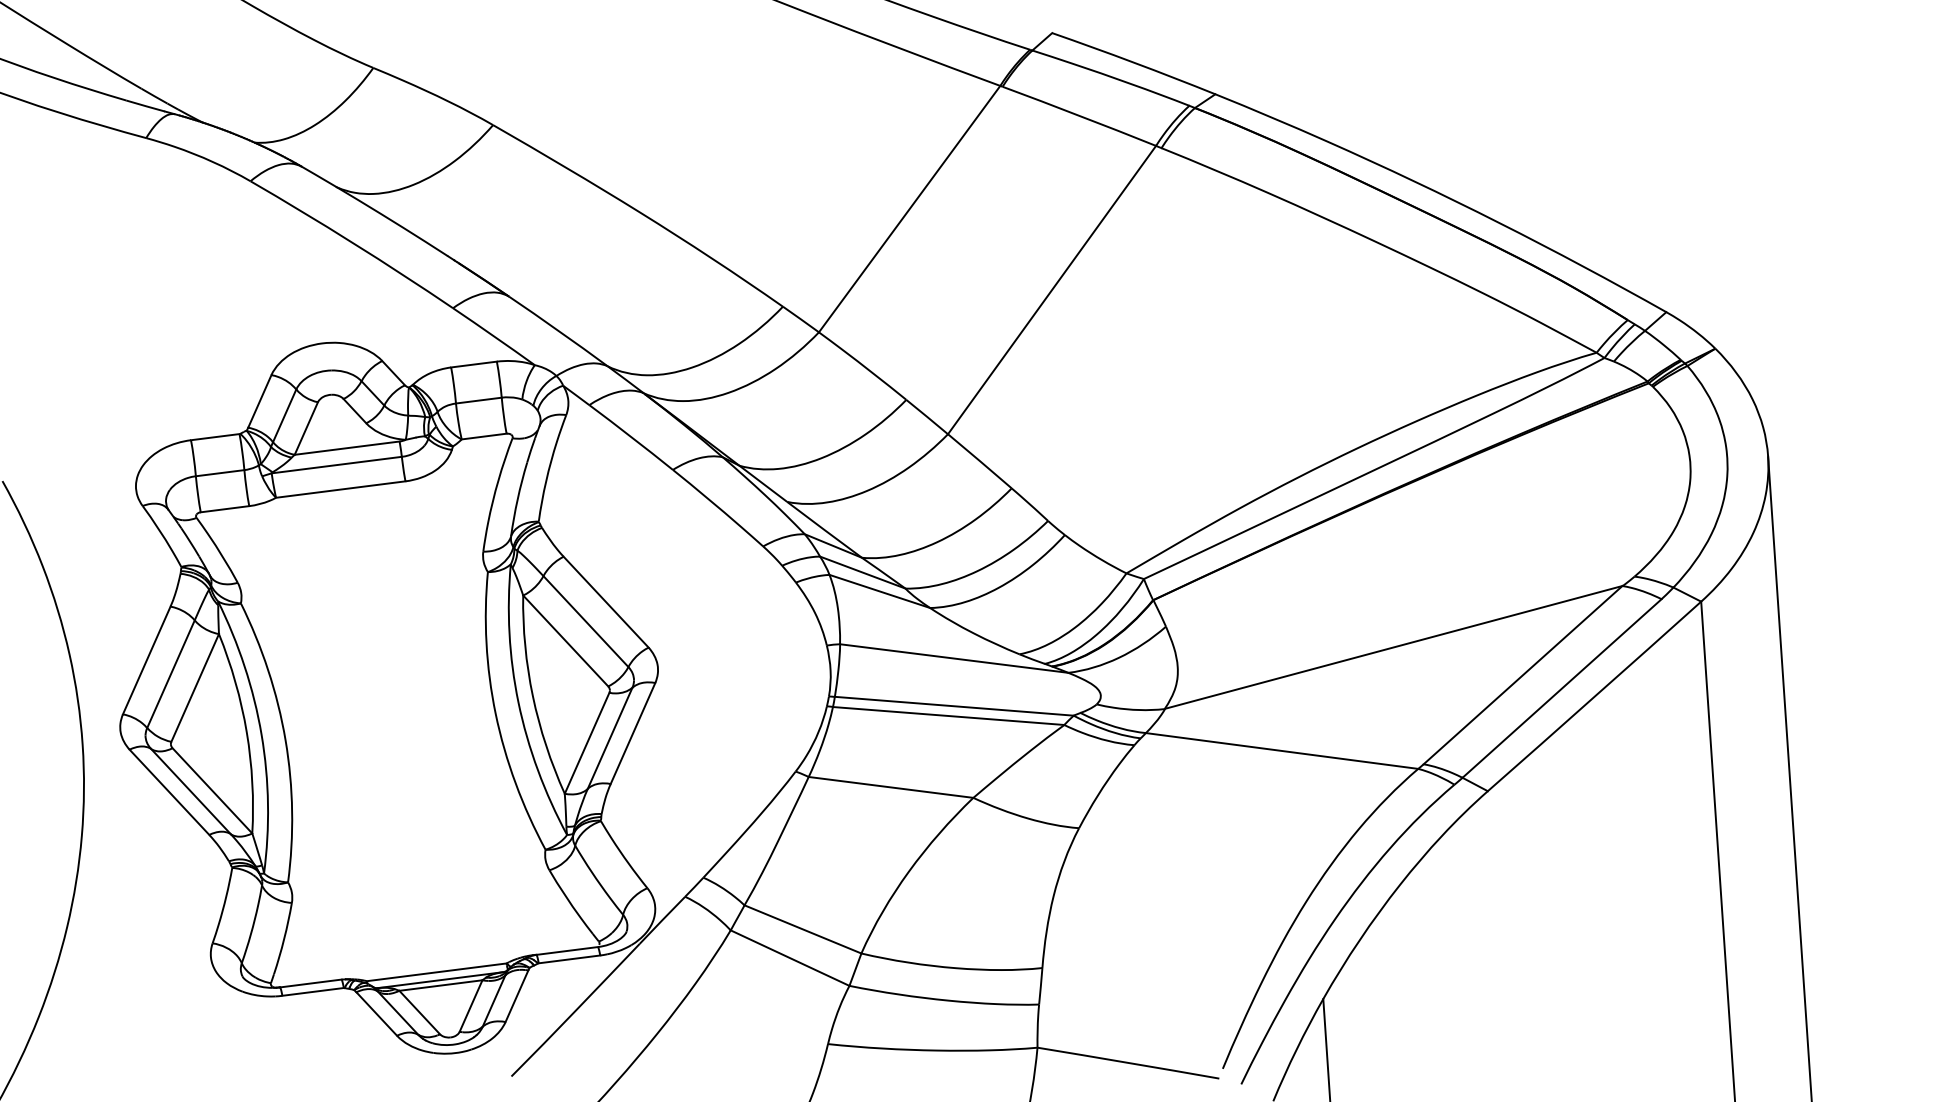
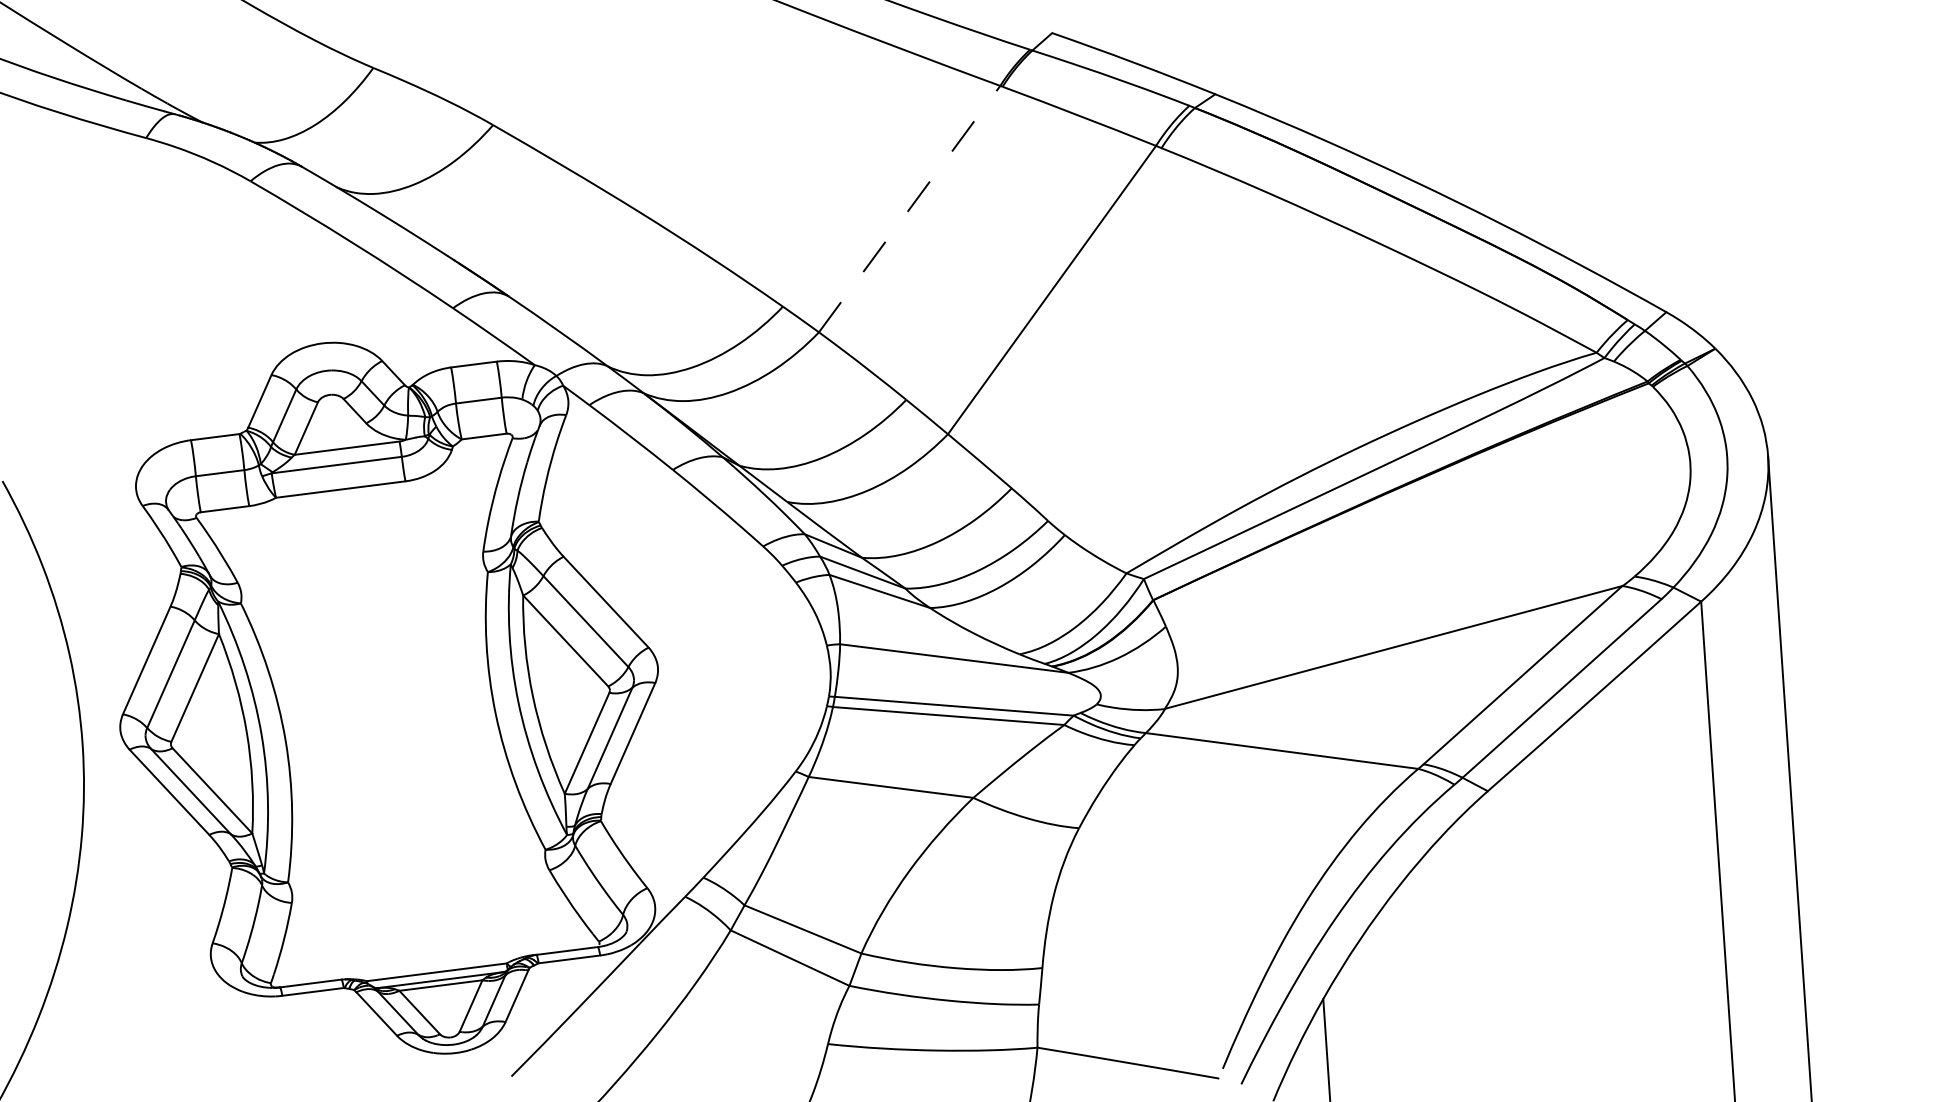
line at (909, 209): solid -> dashed
